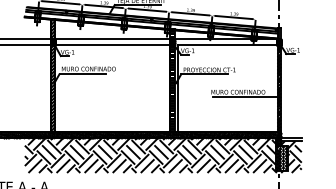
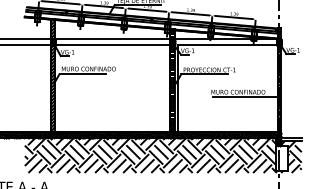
hatch at (281, 157): present -> none
